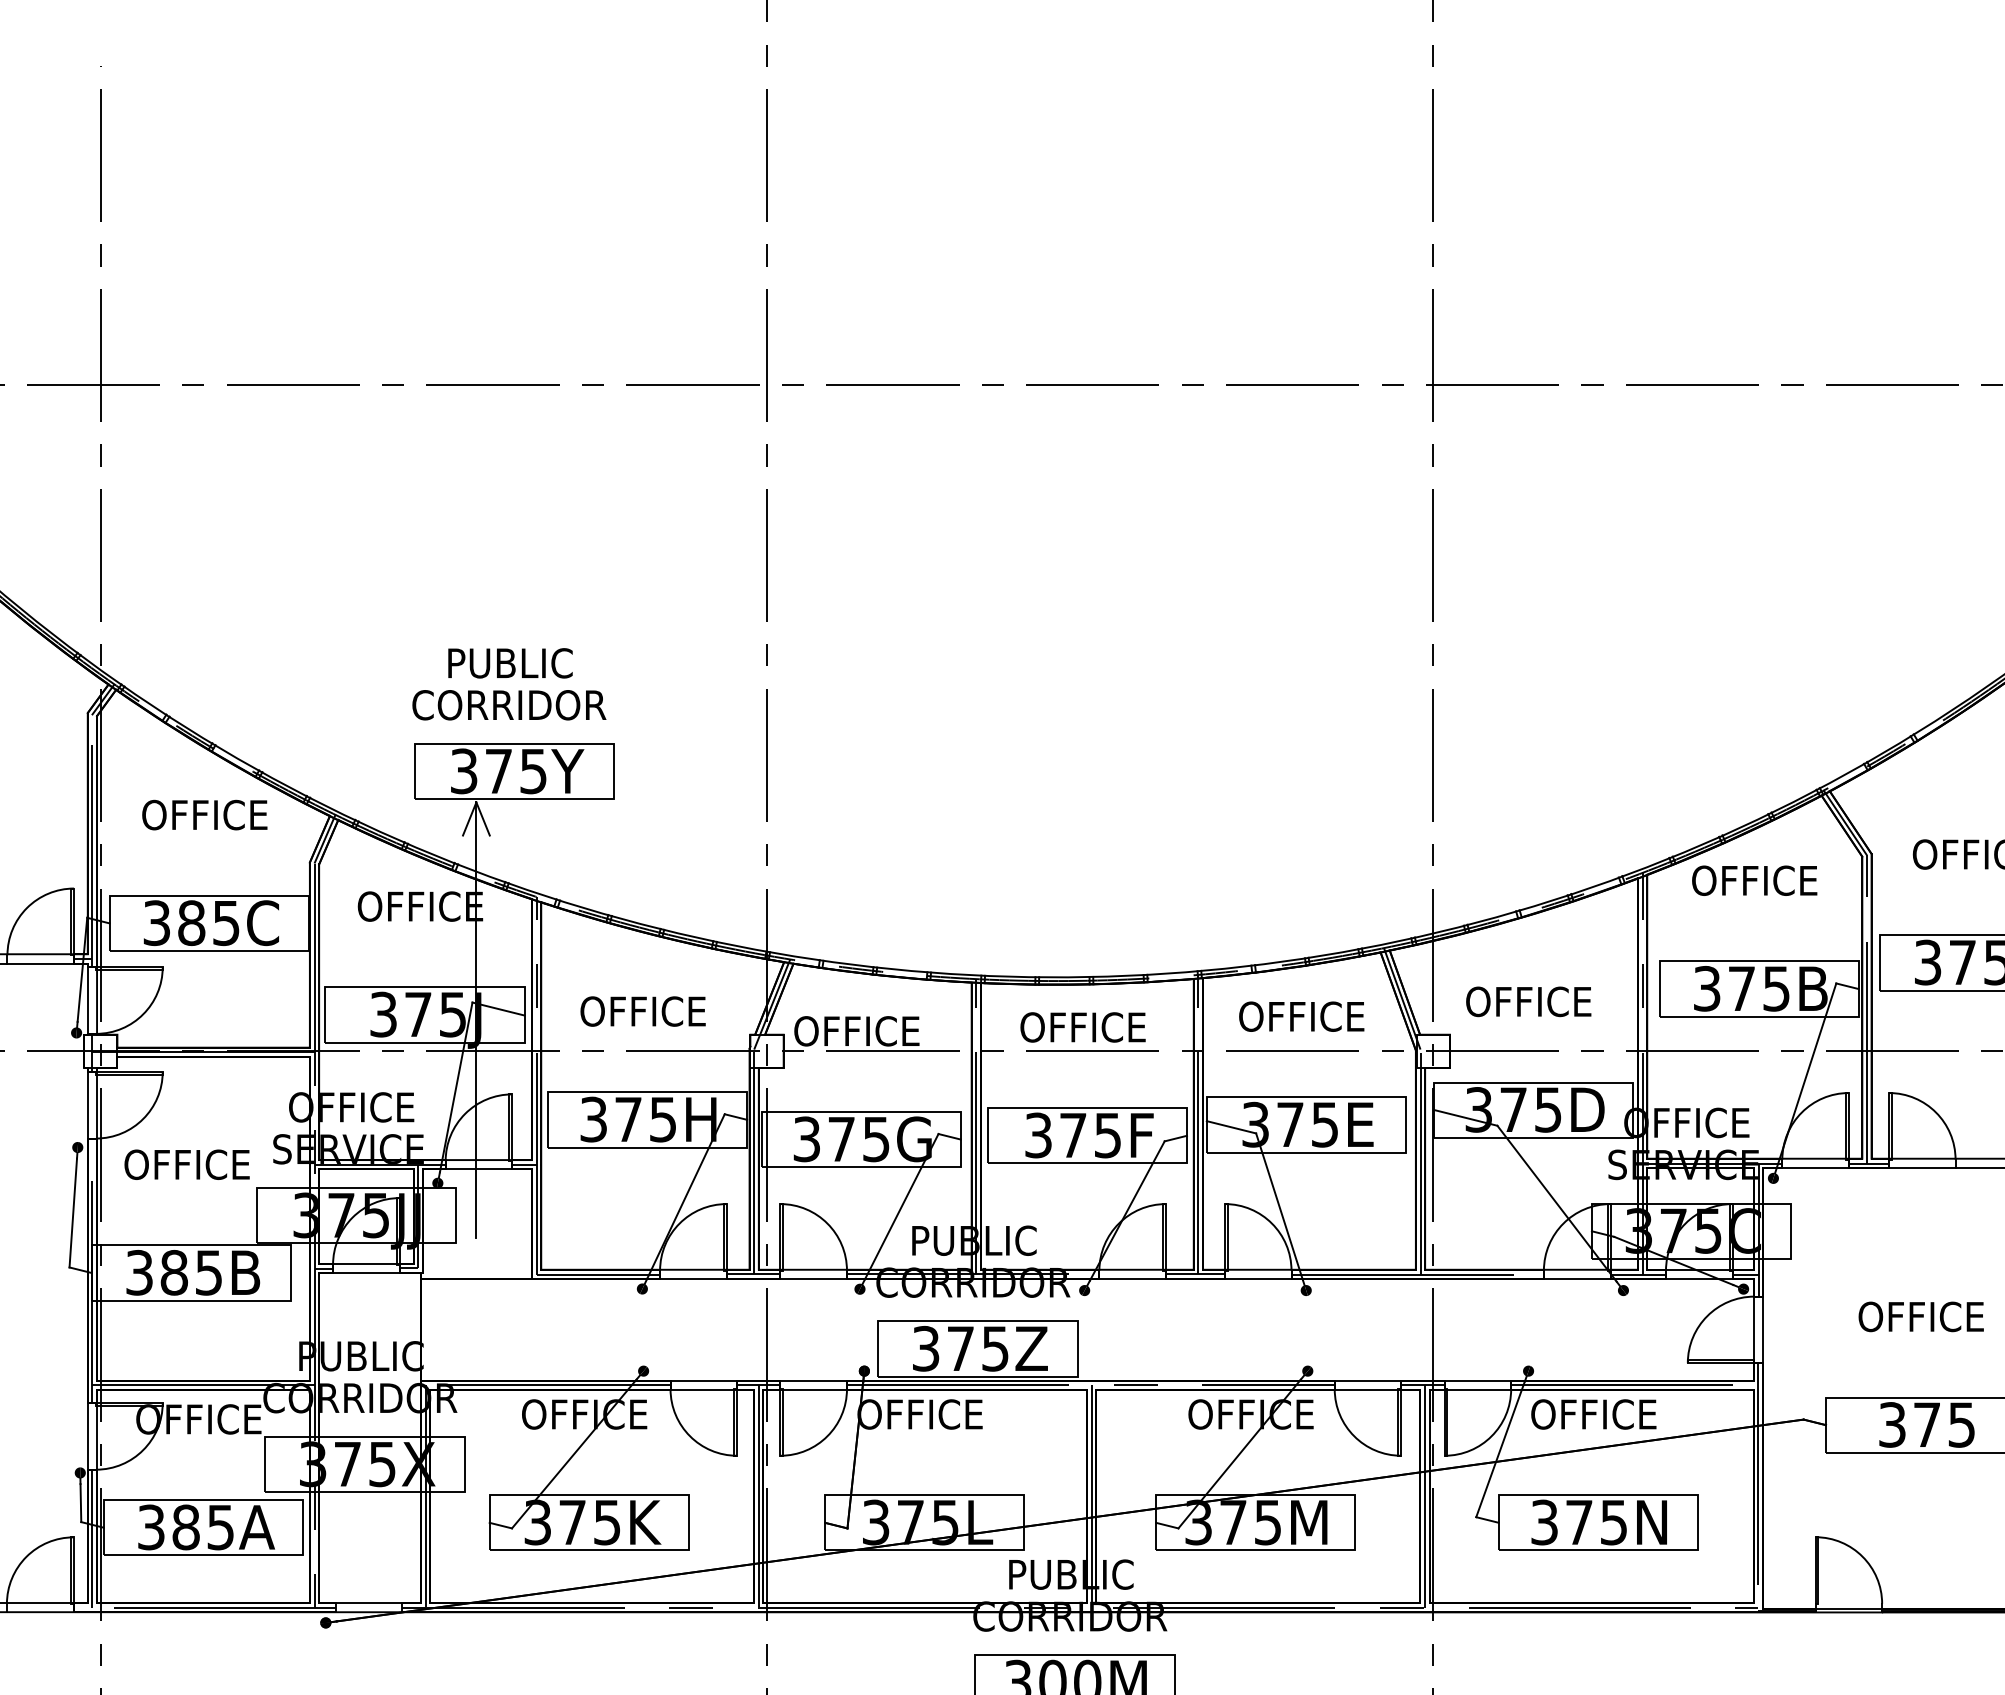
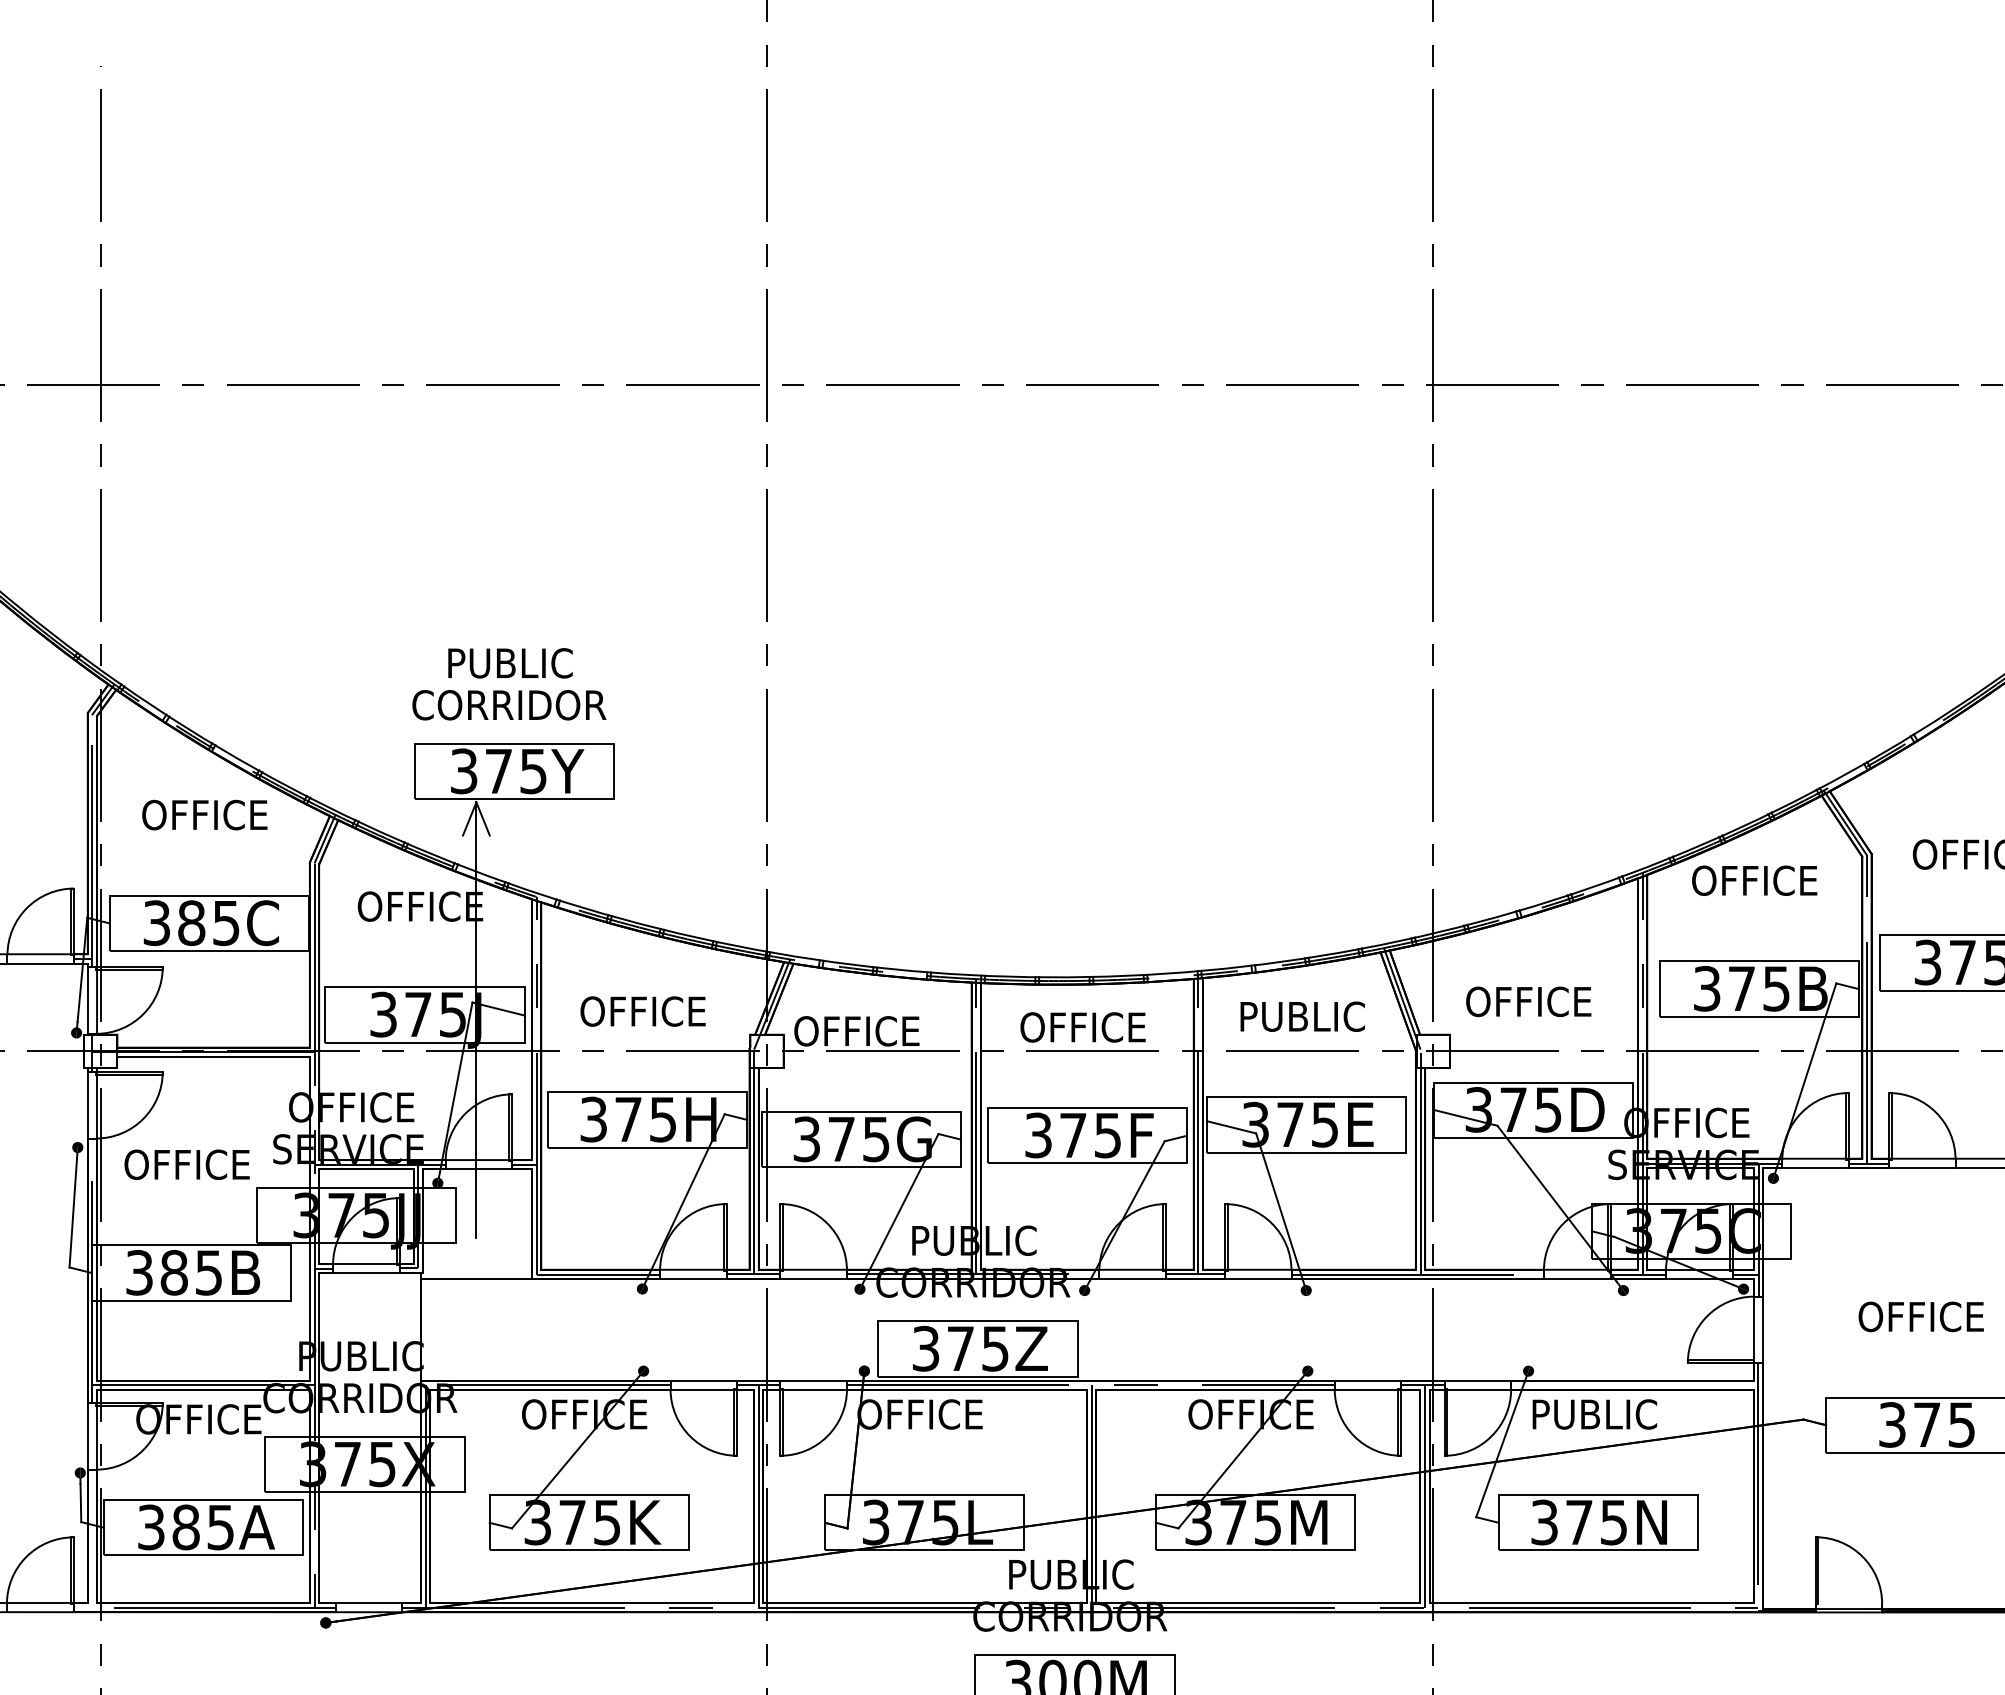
text at (1301, 1016): OFFICE -> PUBLIC
line at (1634, 1385): present -> none
text at (1594, 1414): OFFICE -> PUBLIC
line at (92, 1538): present -> none
